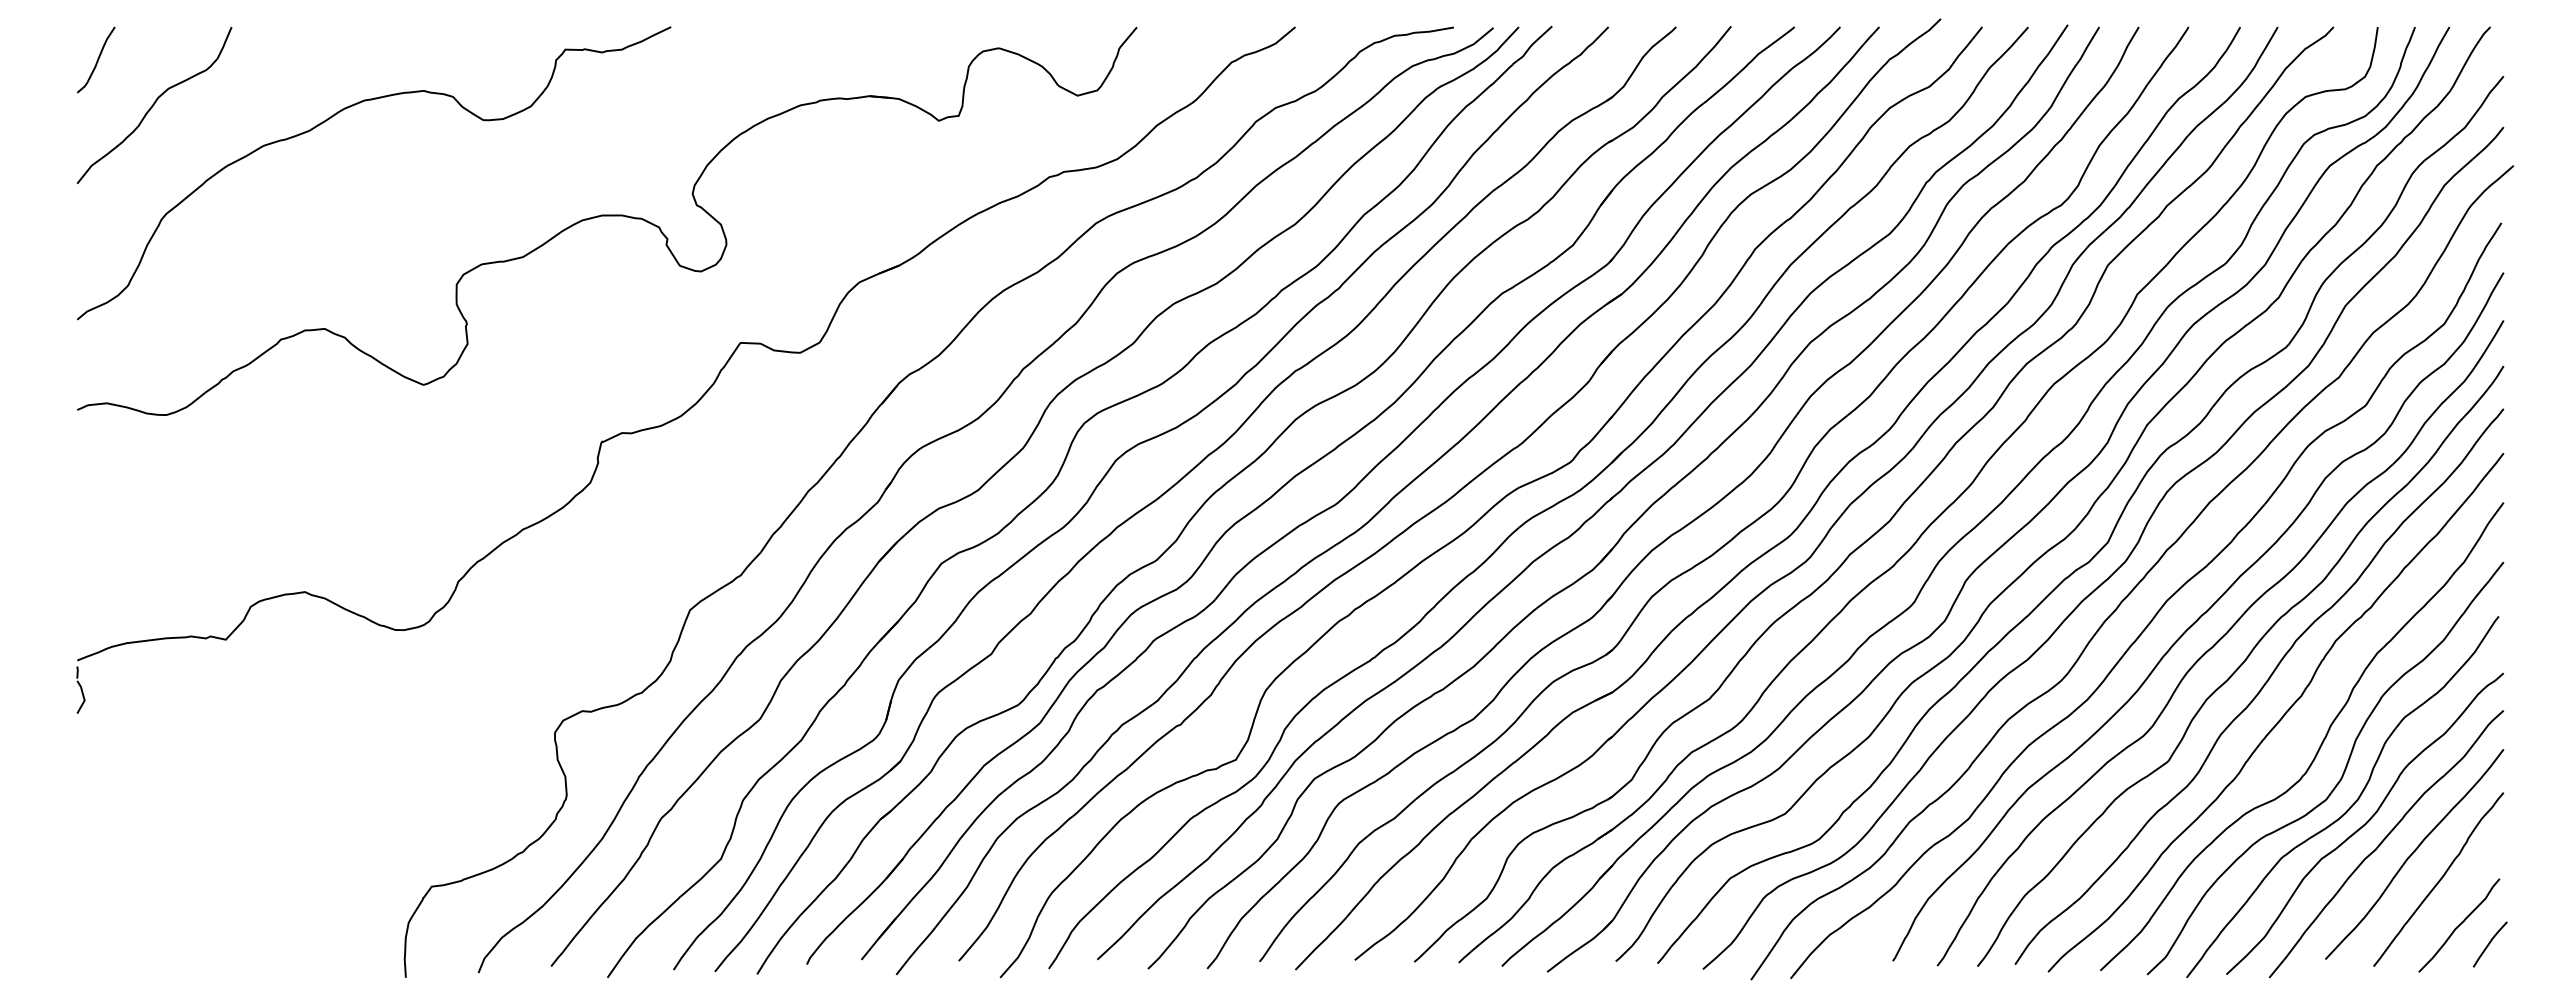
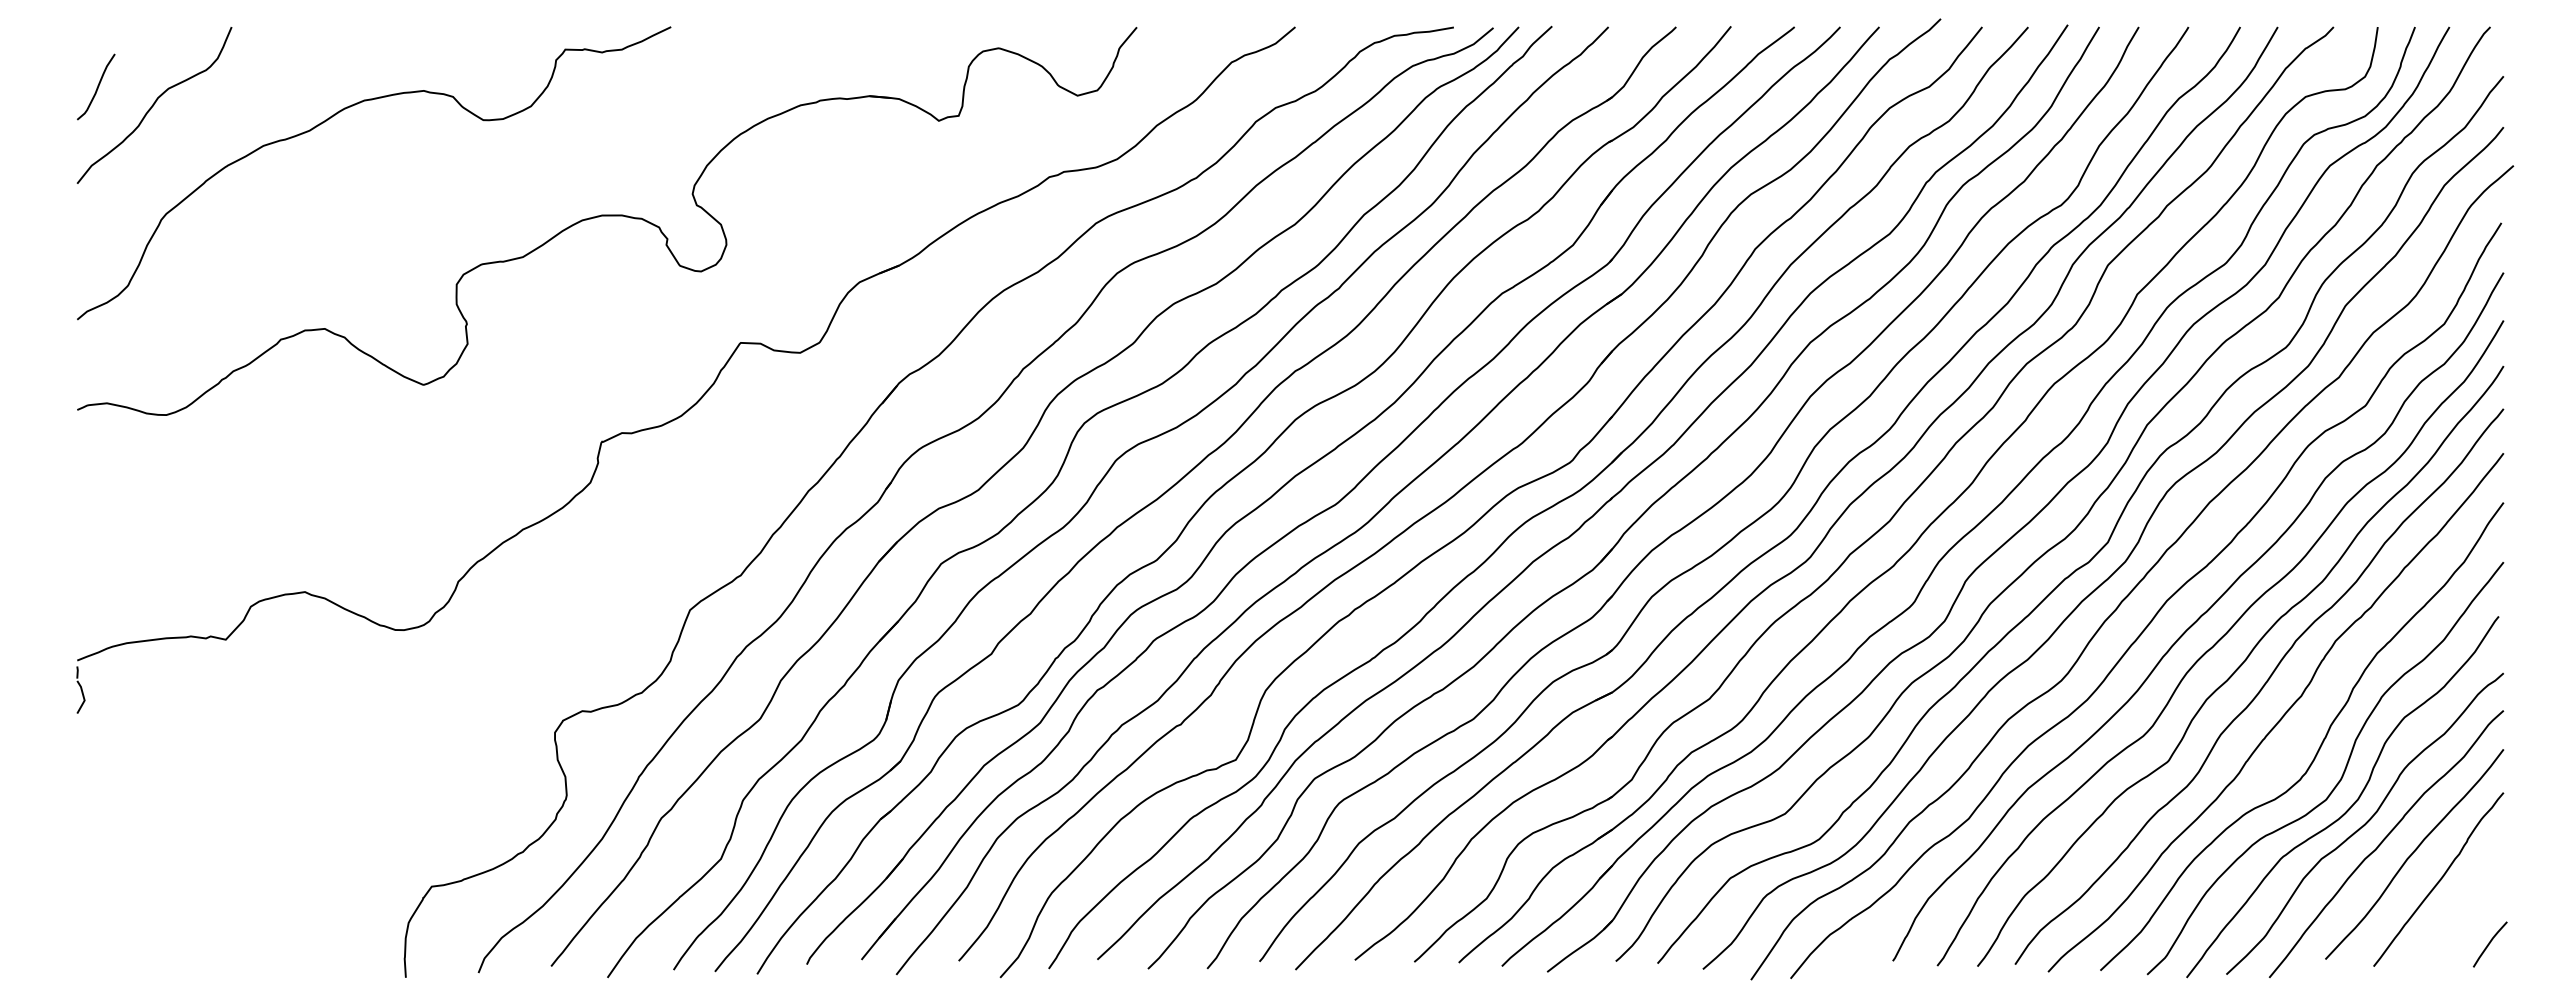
curve at (97, 59) position: (97, 59) -> (97, 86)
curve at (2459, 925): present -> none
